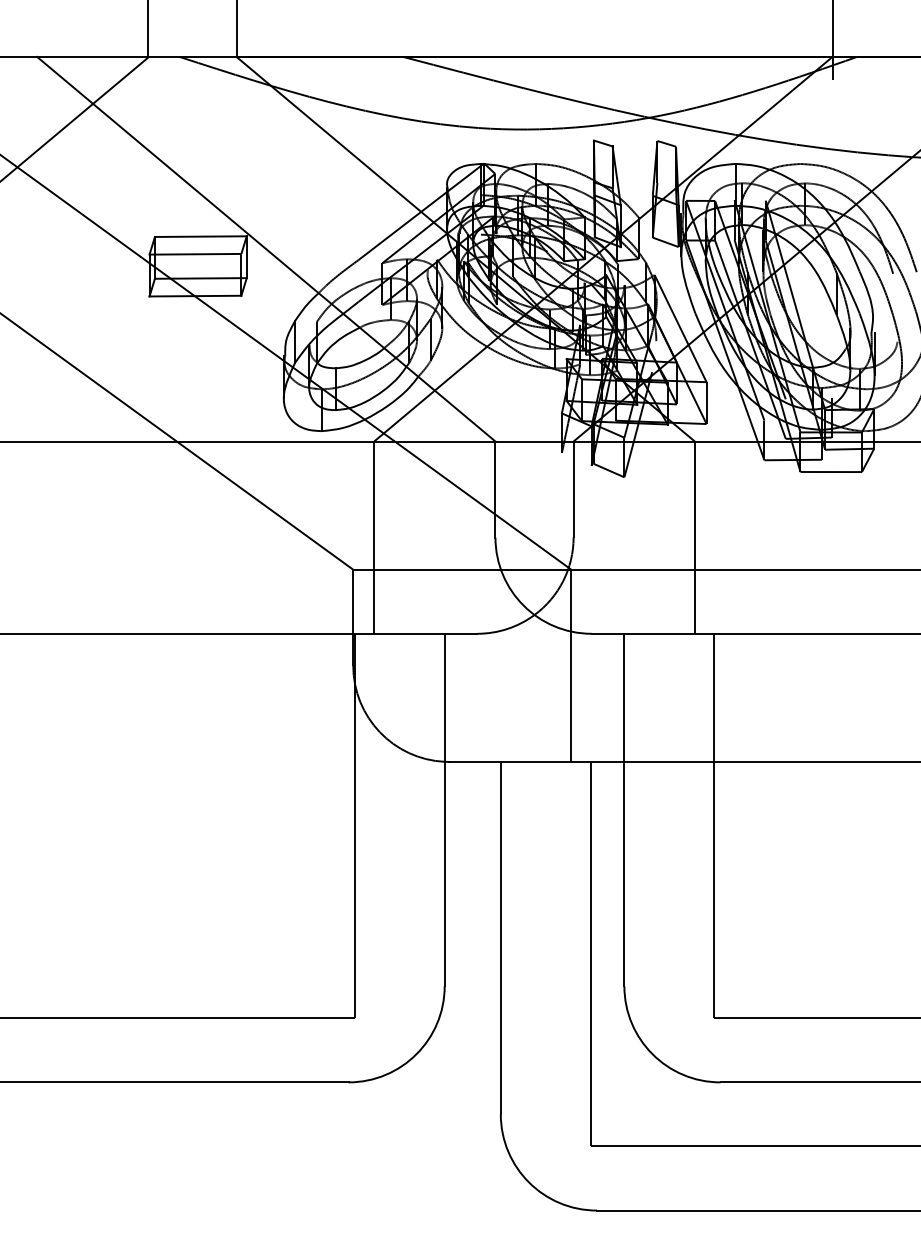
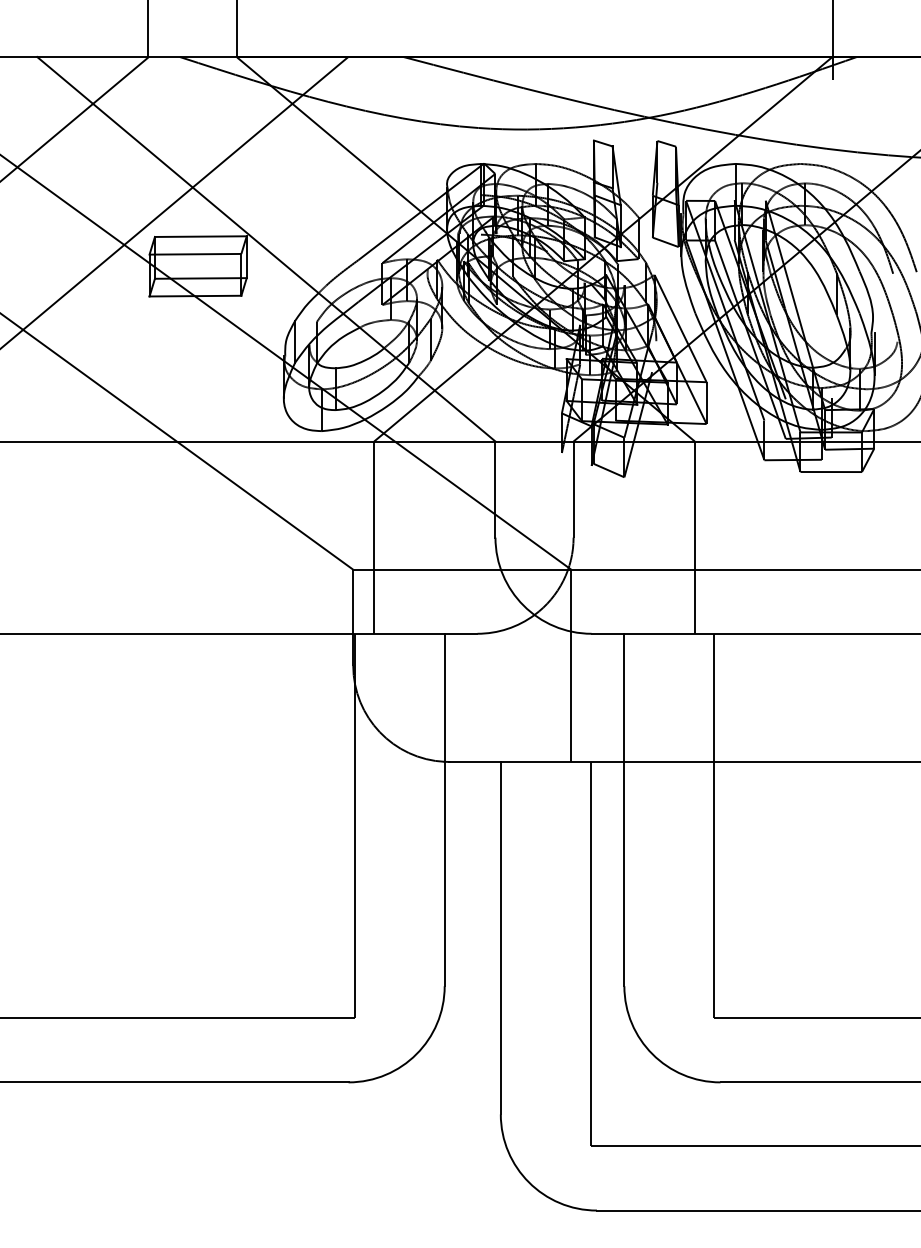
line at (175, 202): none -> present
